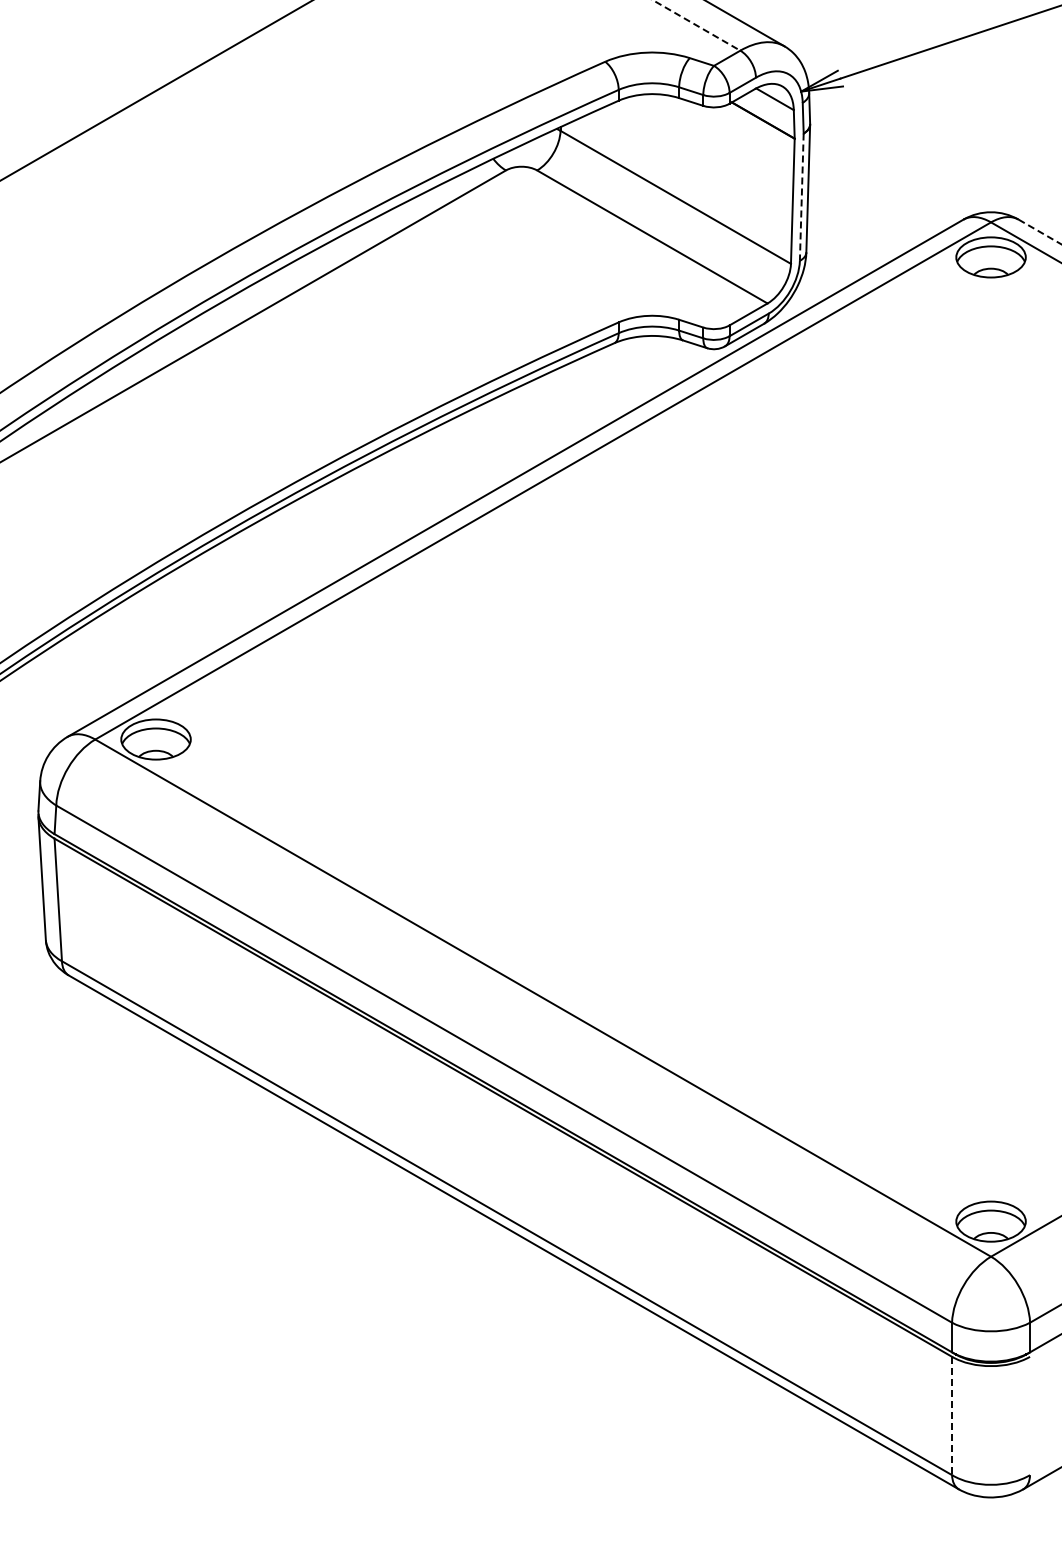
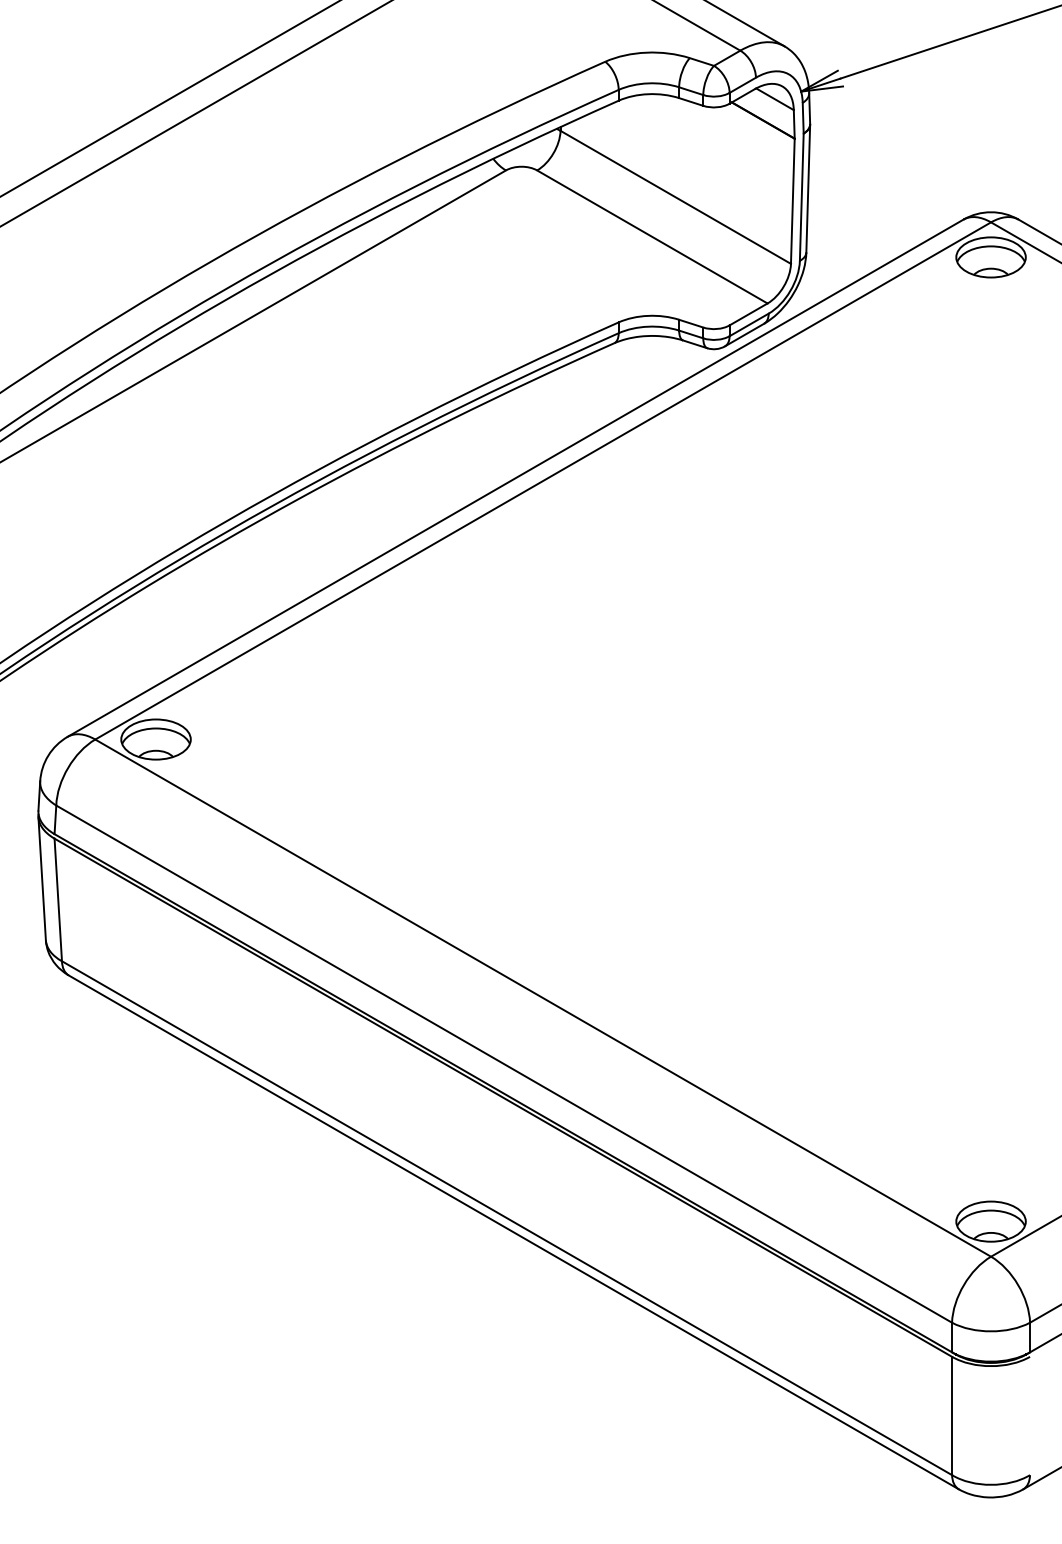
line at (696, 25): dashed -> solid
line at (155, 90) position: (155, 90) -> (169, 98)
line at (195, 113): none -> present
line at (801, 197): dashed -> solid
line at (1040, 232): dashed -> solid
line at (952, 1416): dashed -> solid
